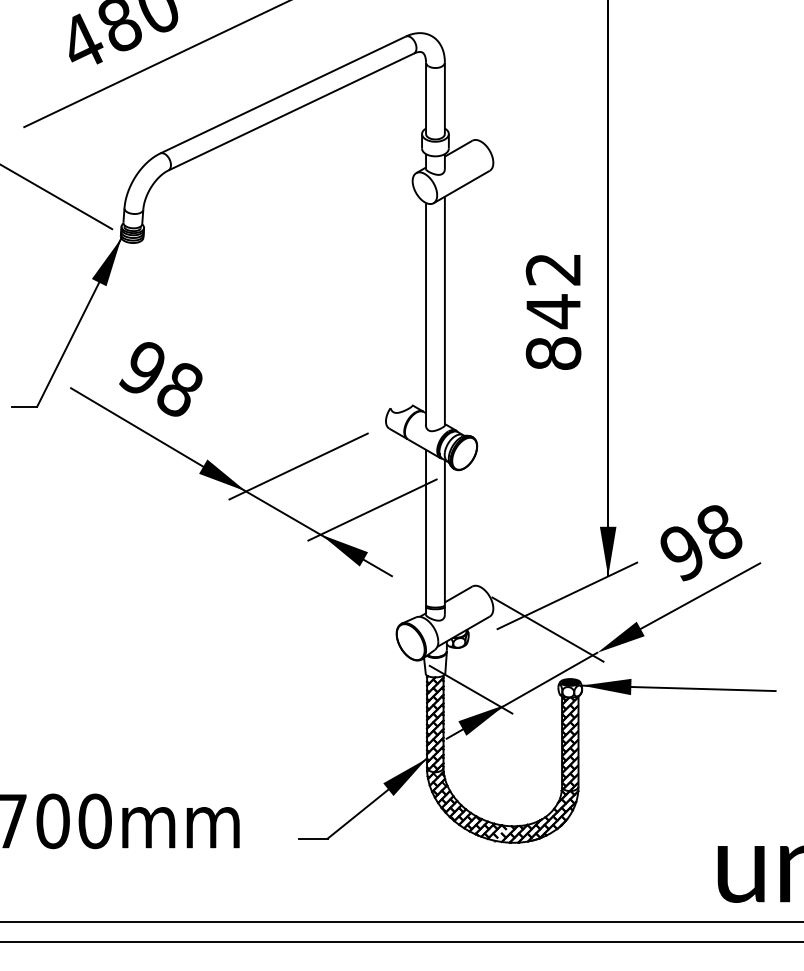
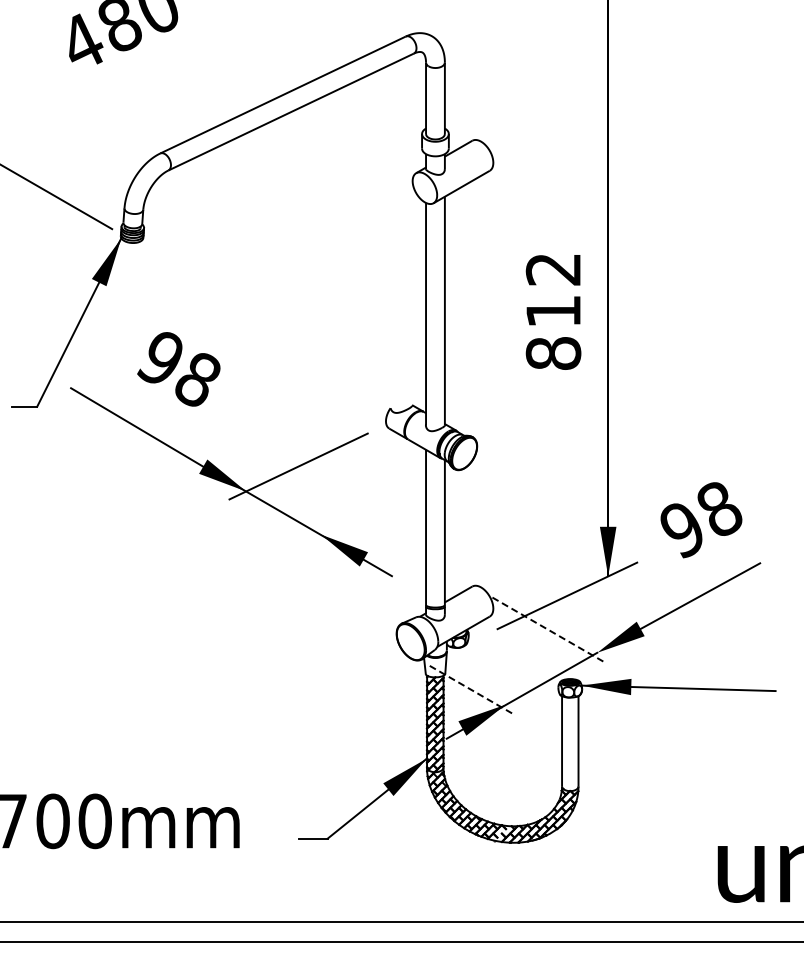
line at (155, 64): present -> none
text at (553, 311): 842 -> 812
text at (160, 379) position: (160, 379) -> (178, 369)
line at (372, 509): present -> none
text at (701, 543) position: (701, 543) -> (701, 520)
line at (548, 629): solid -> dashed
line at (471, 689): solid -> dashed
hatch at (570, 743): present -> none
